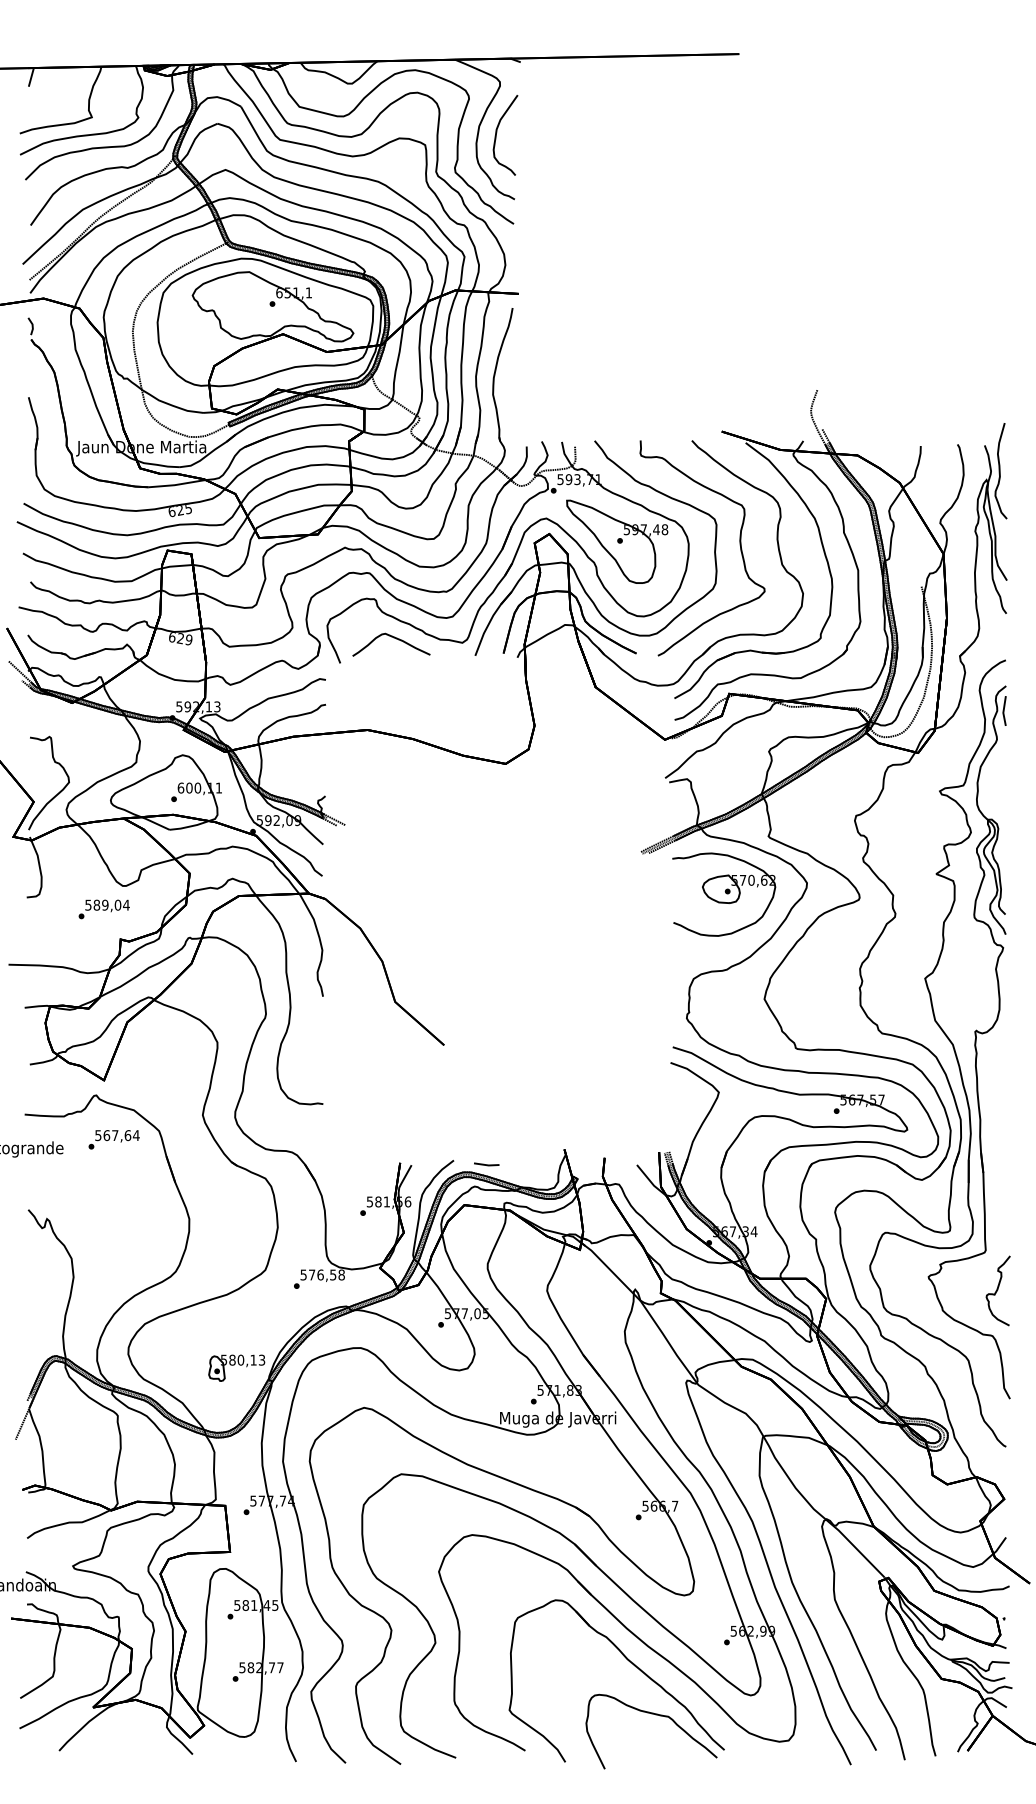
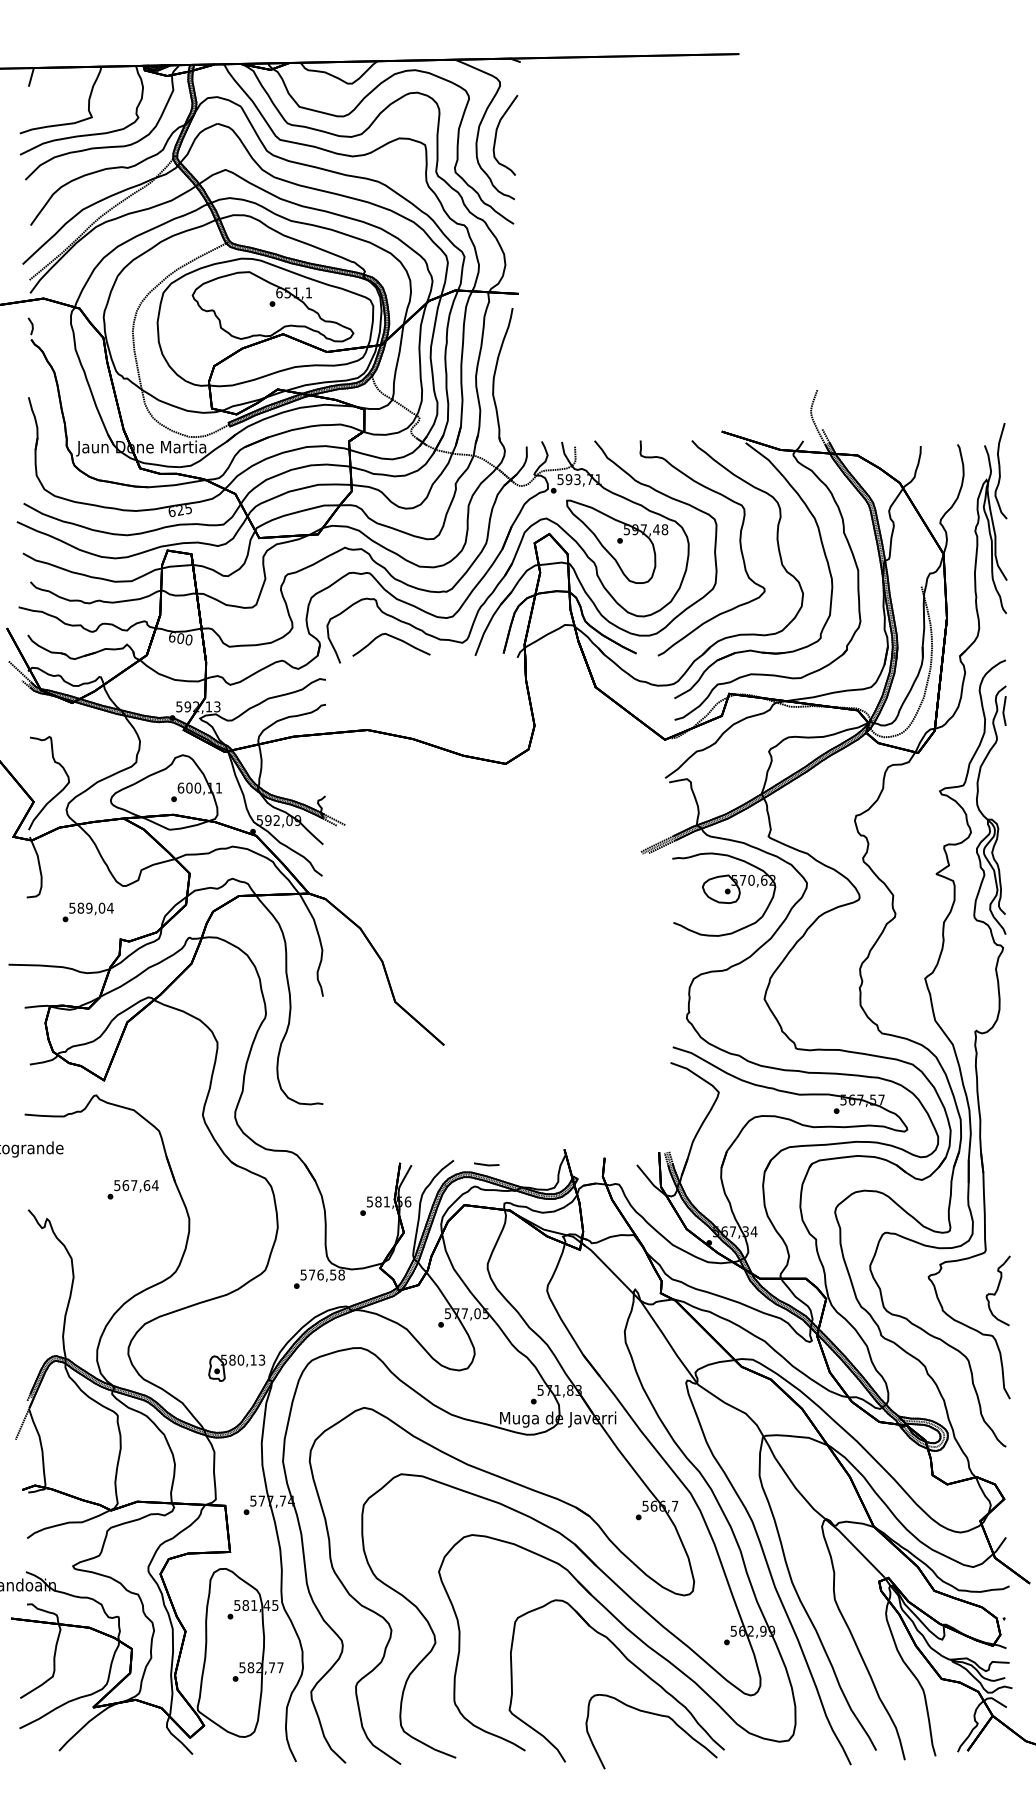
text at (183, 639): 629 -> 600
text at (103, 909) position: (103, 909) -> (87, 912)
text at (113, 1139) position: (113, 1139) -> (132, 1189)
